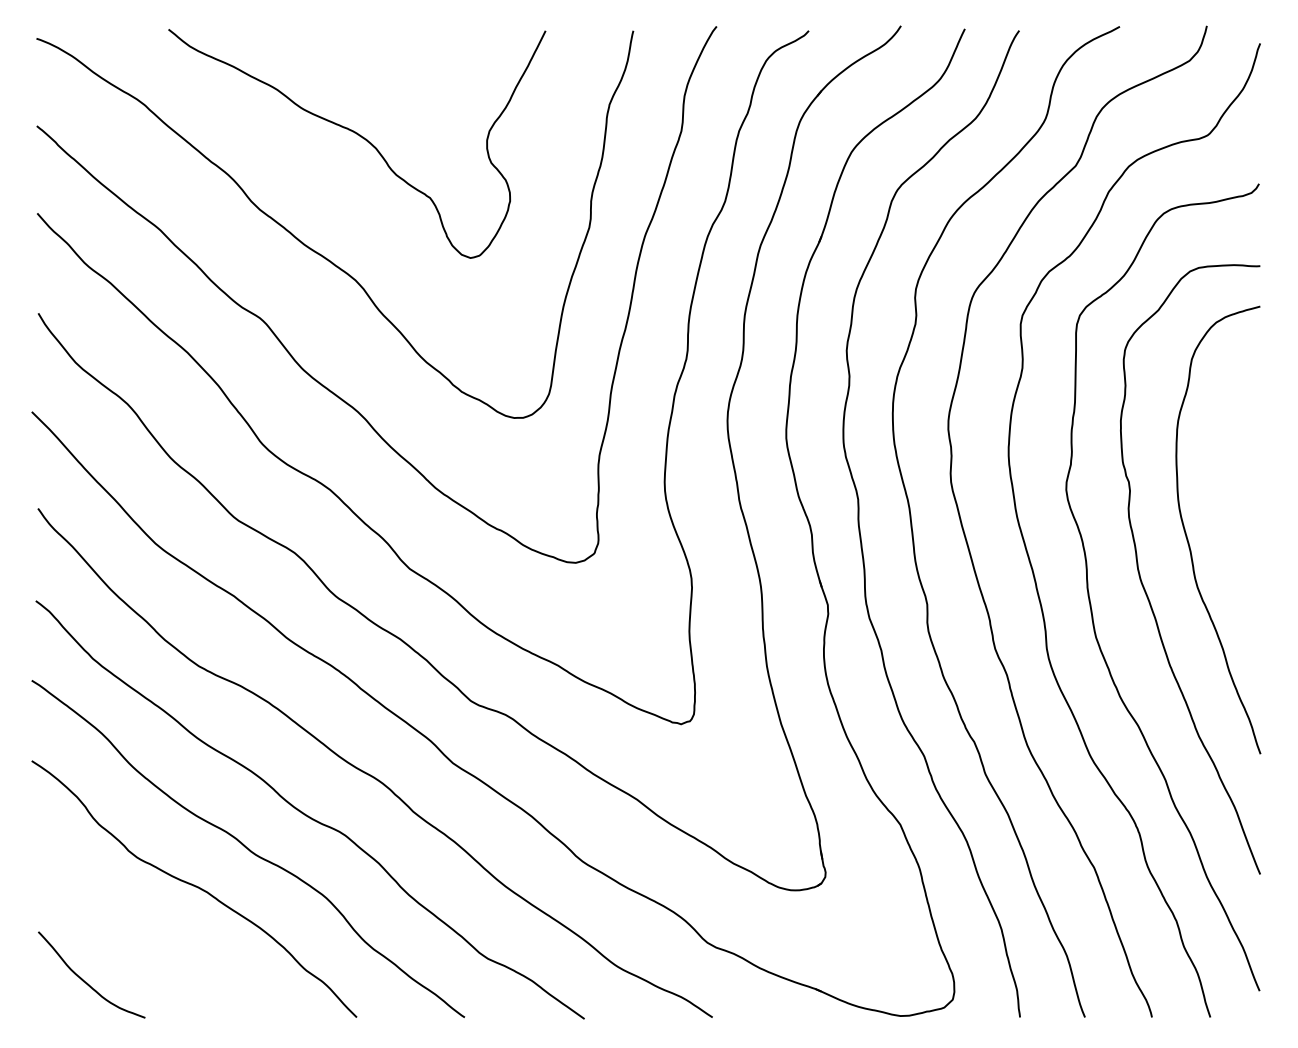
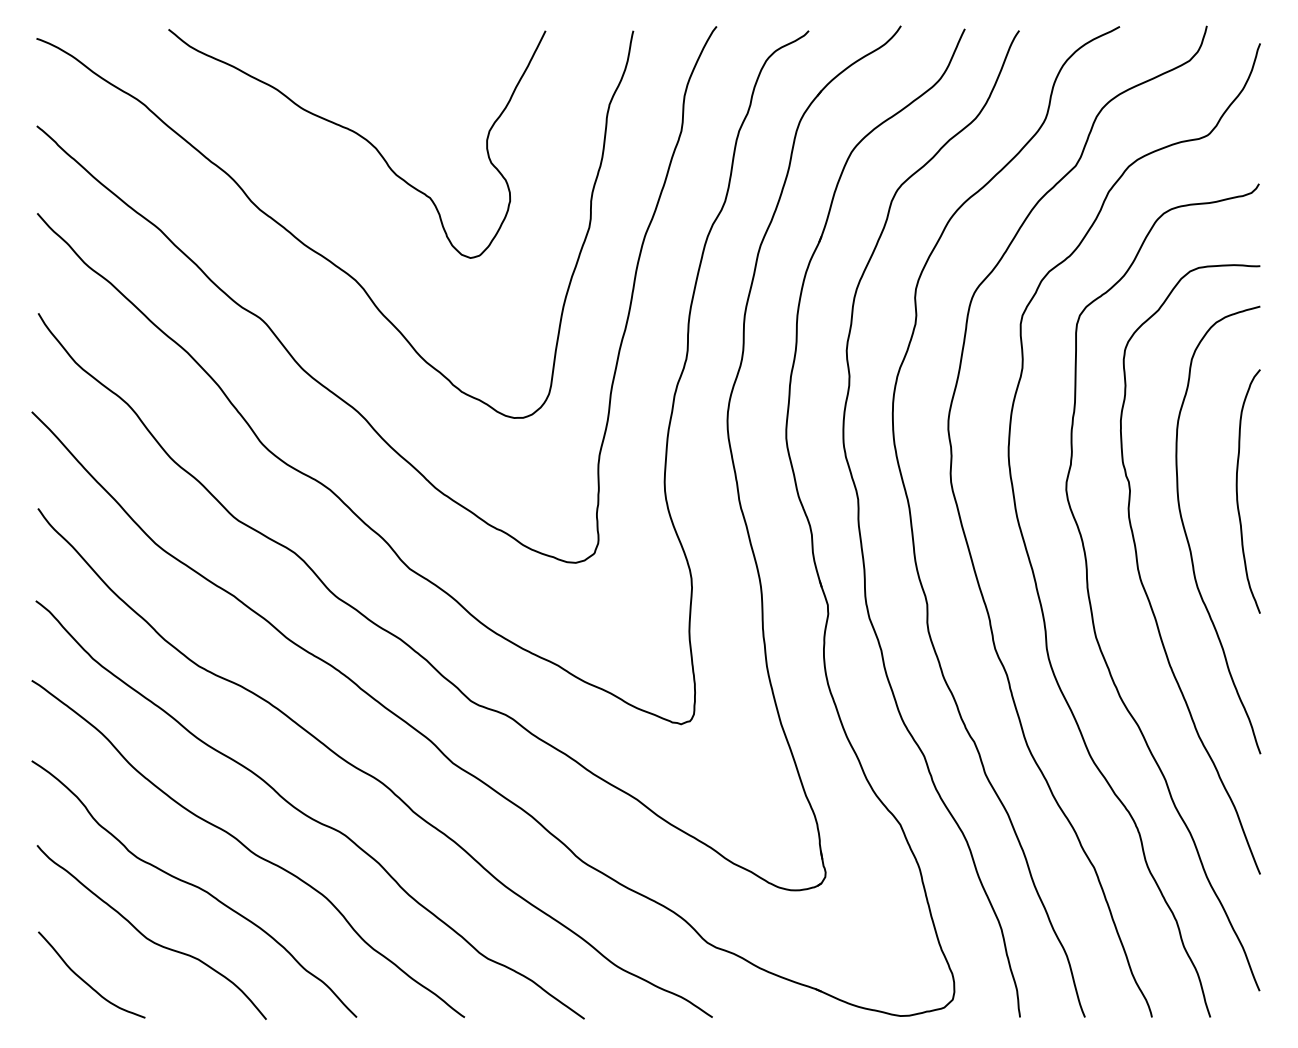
curve at (1237, 491): none -> present
curve at (149, 938): none -> present
